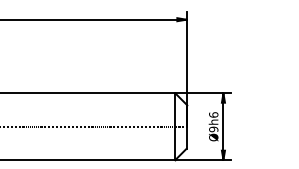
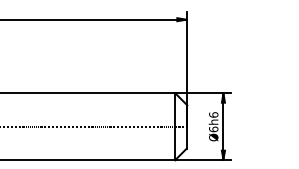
text at (213, 129): Ø9h6 -> Ø6h6
